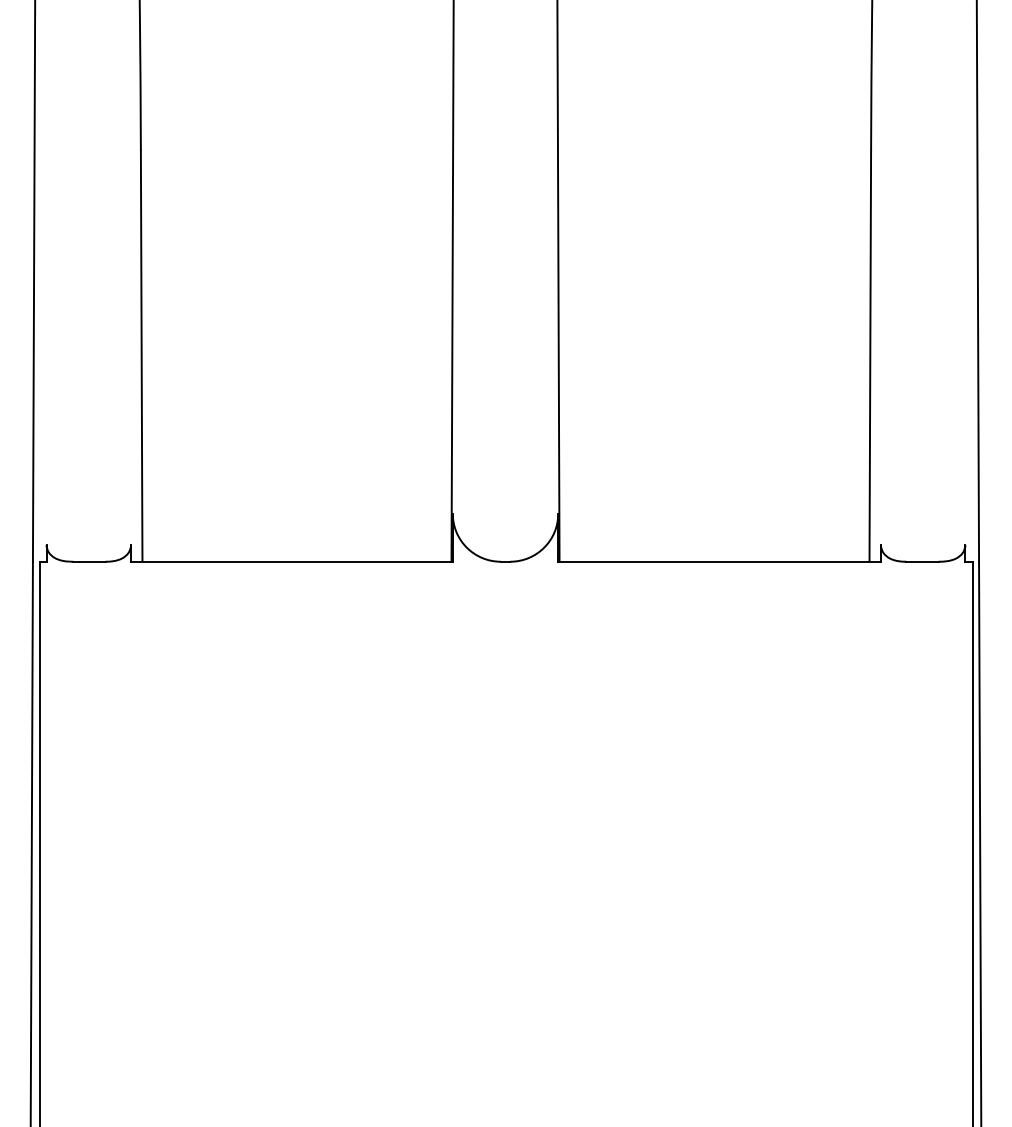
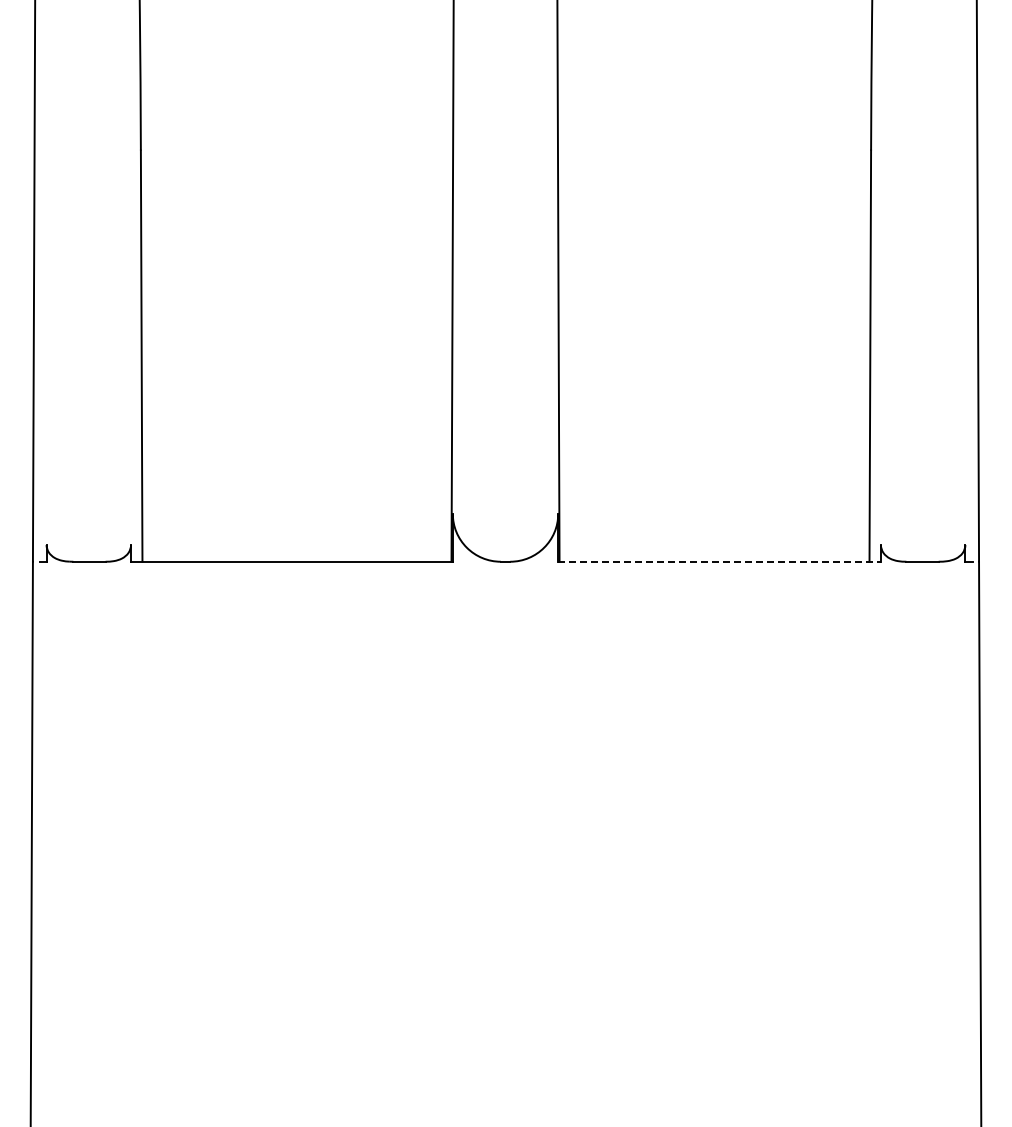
line at (720, 561): solid -> dashed
line at (39, 842): present -> none
line at (972, 842): present -> none
